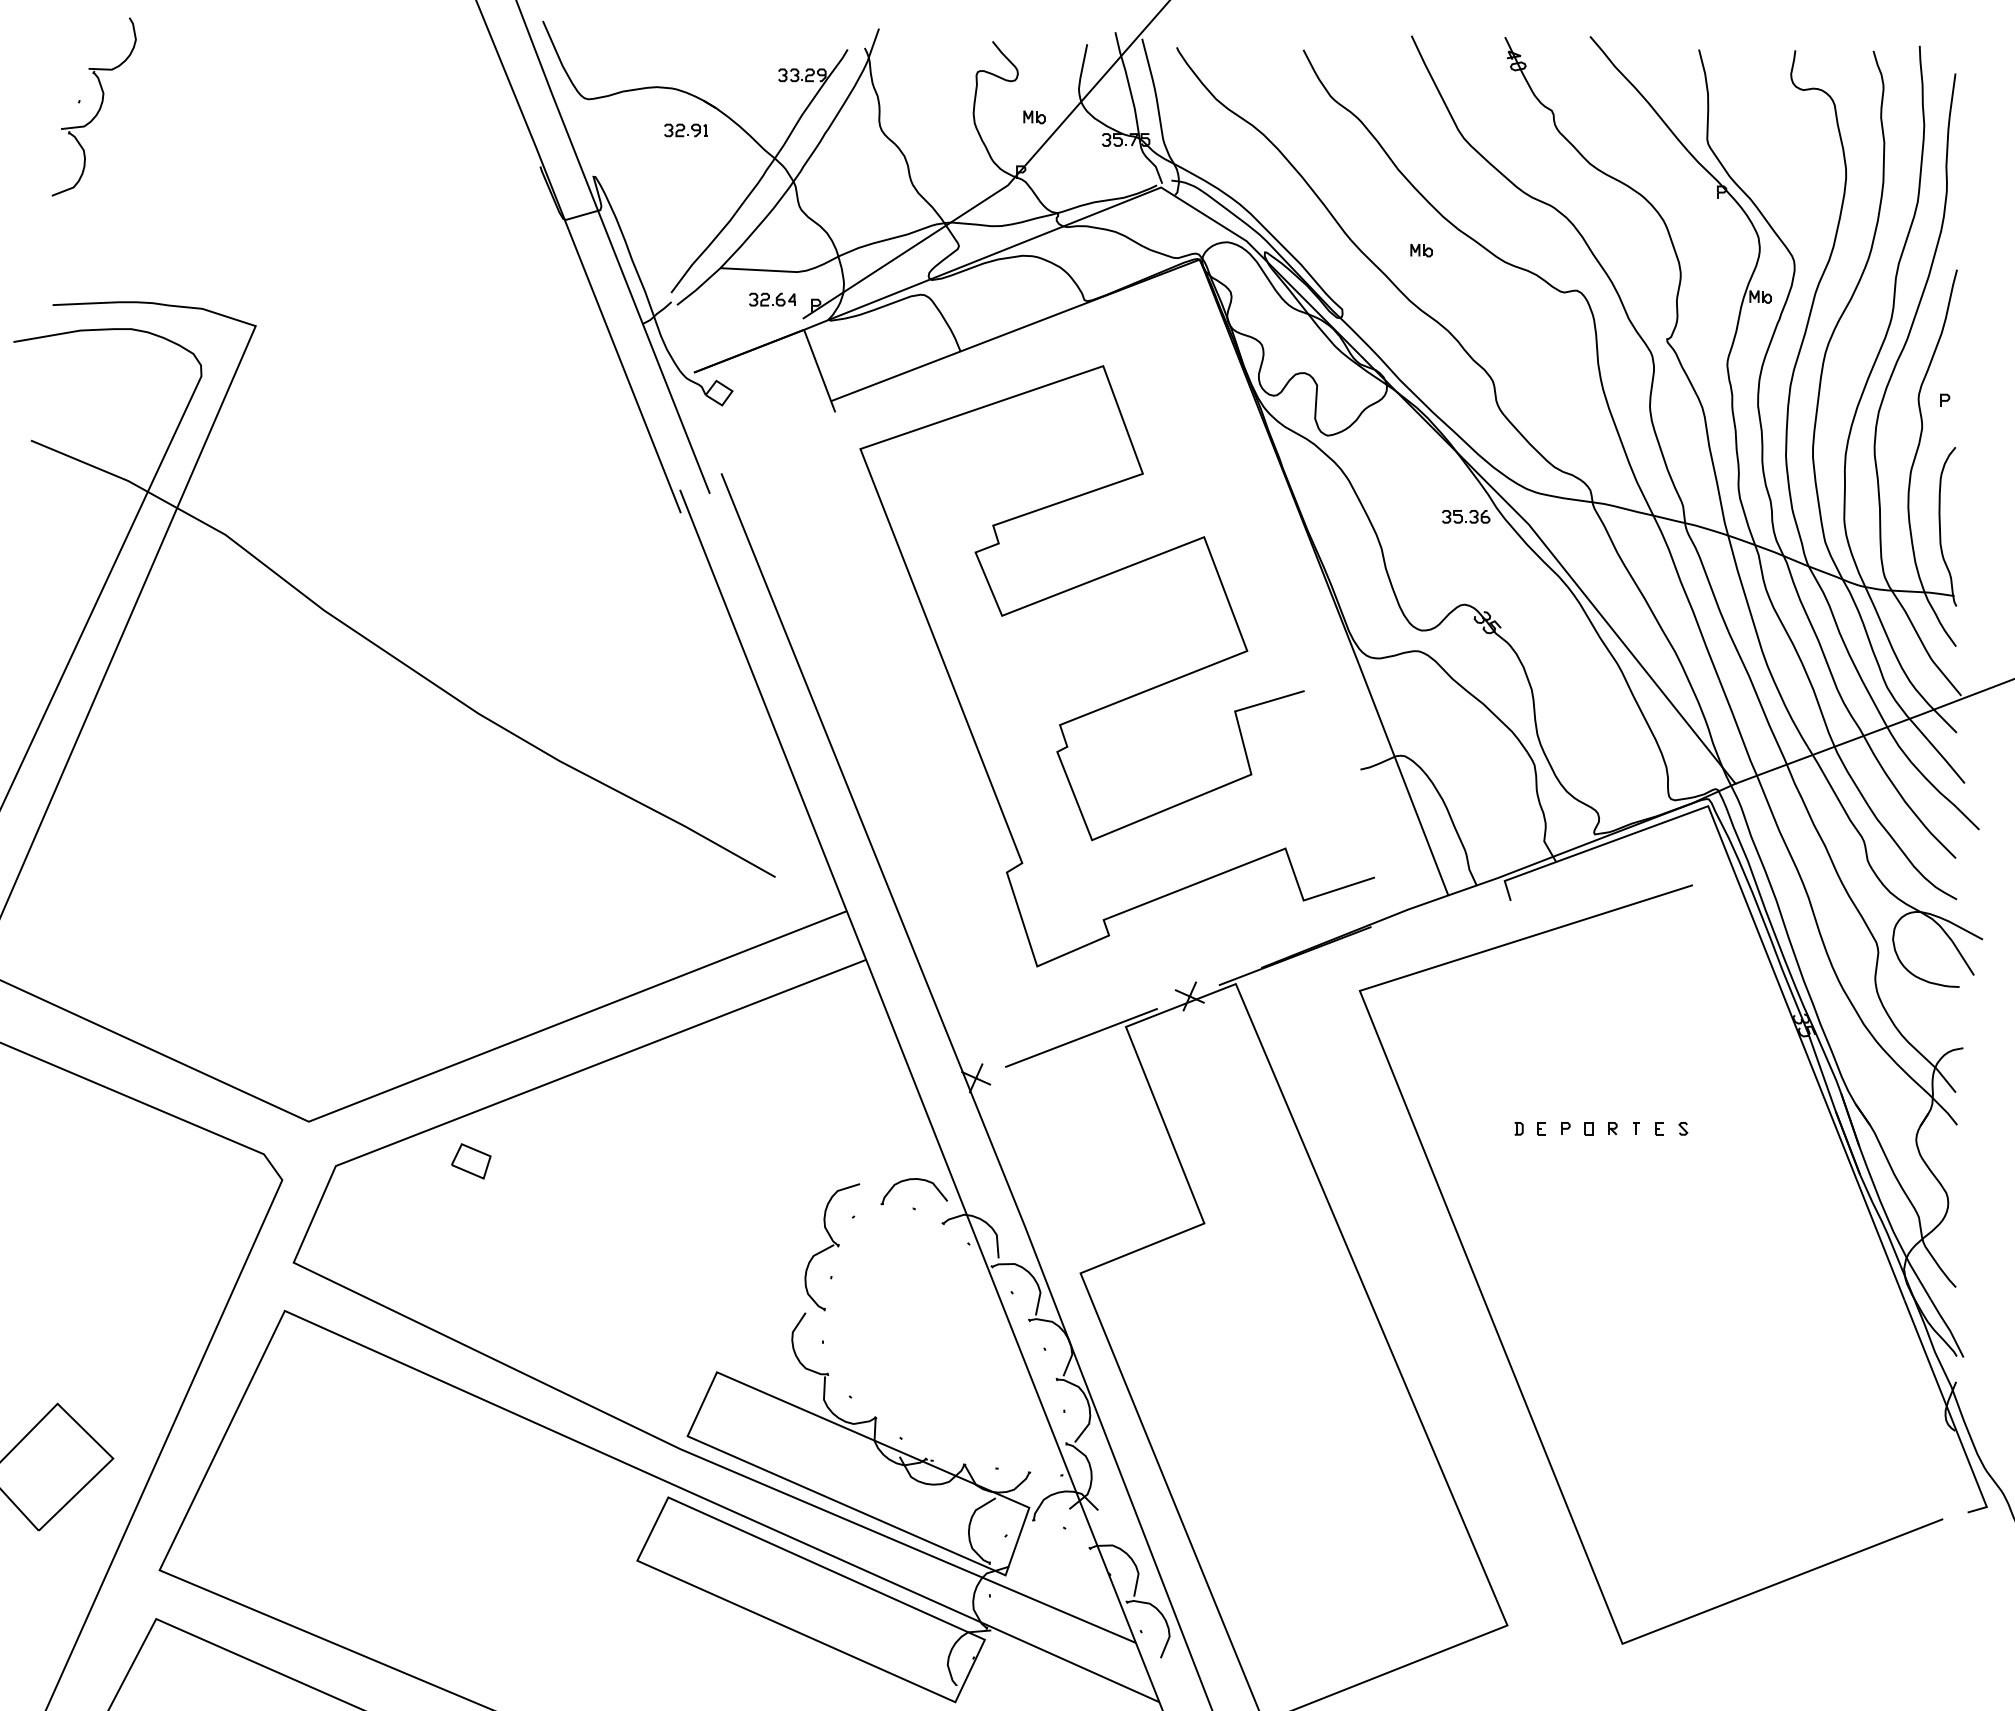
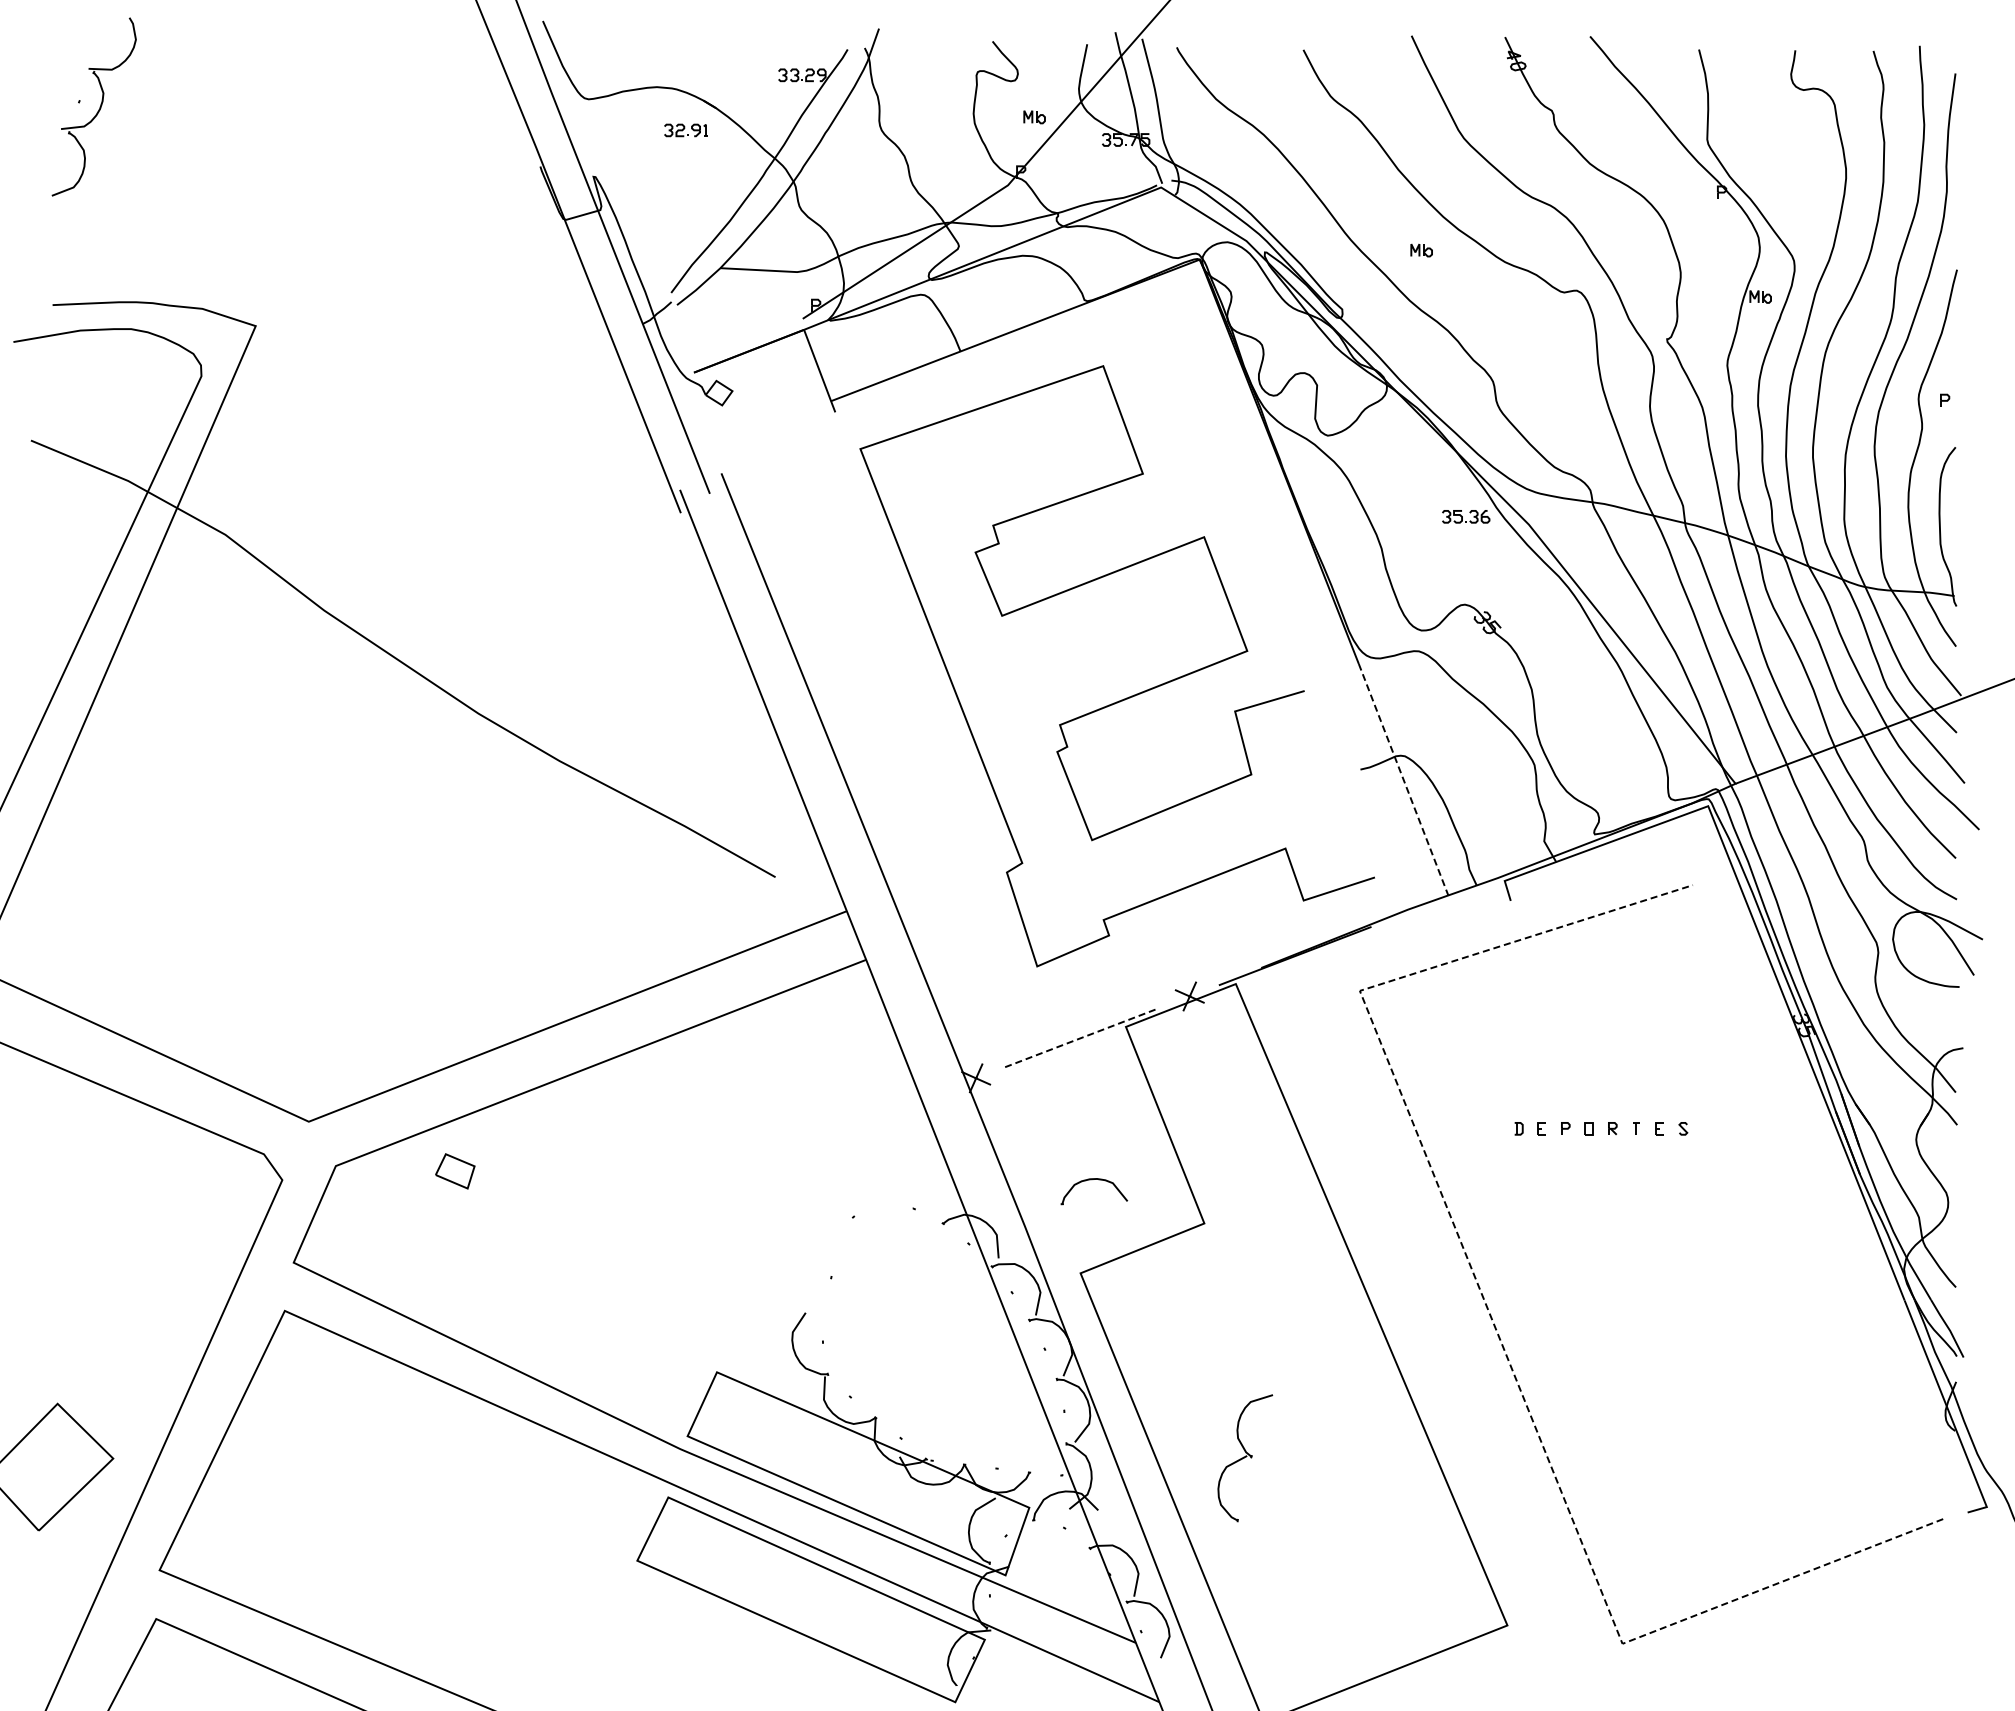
part at (772, 299): present -> none
line at (1403, 780): solid -> dashed
line at (1081, 1037): solid -> dashed
part at (471, 1161) position: (471, 1161) -> (455, 1171)
part at (912, 1180) position: (912, 1180) -> (1092, 1180)
part at (832, 1247) position: (832, 1247) -> (1245, 1458)
line at (1490, 1314): solid -> dashed
